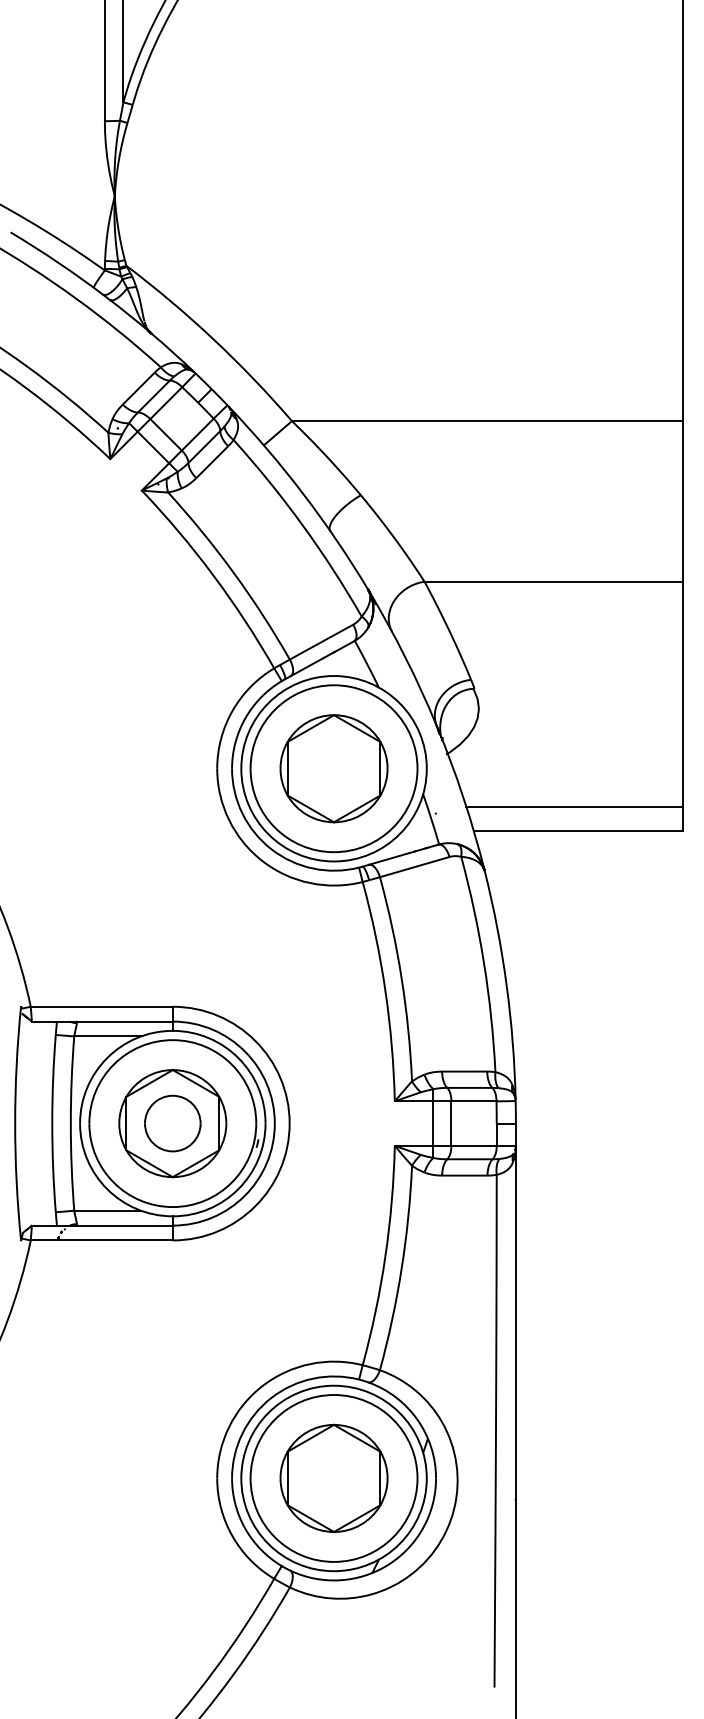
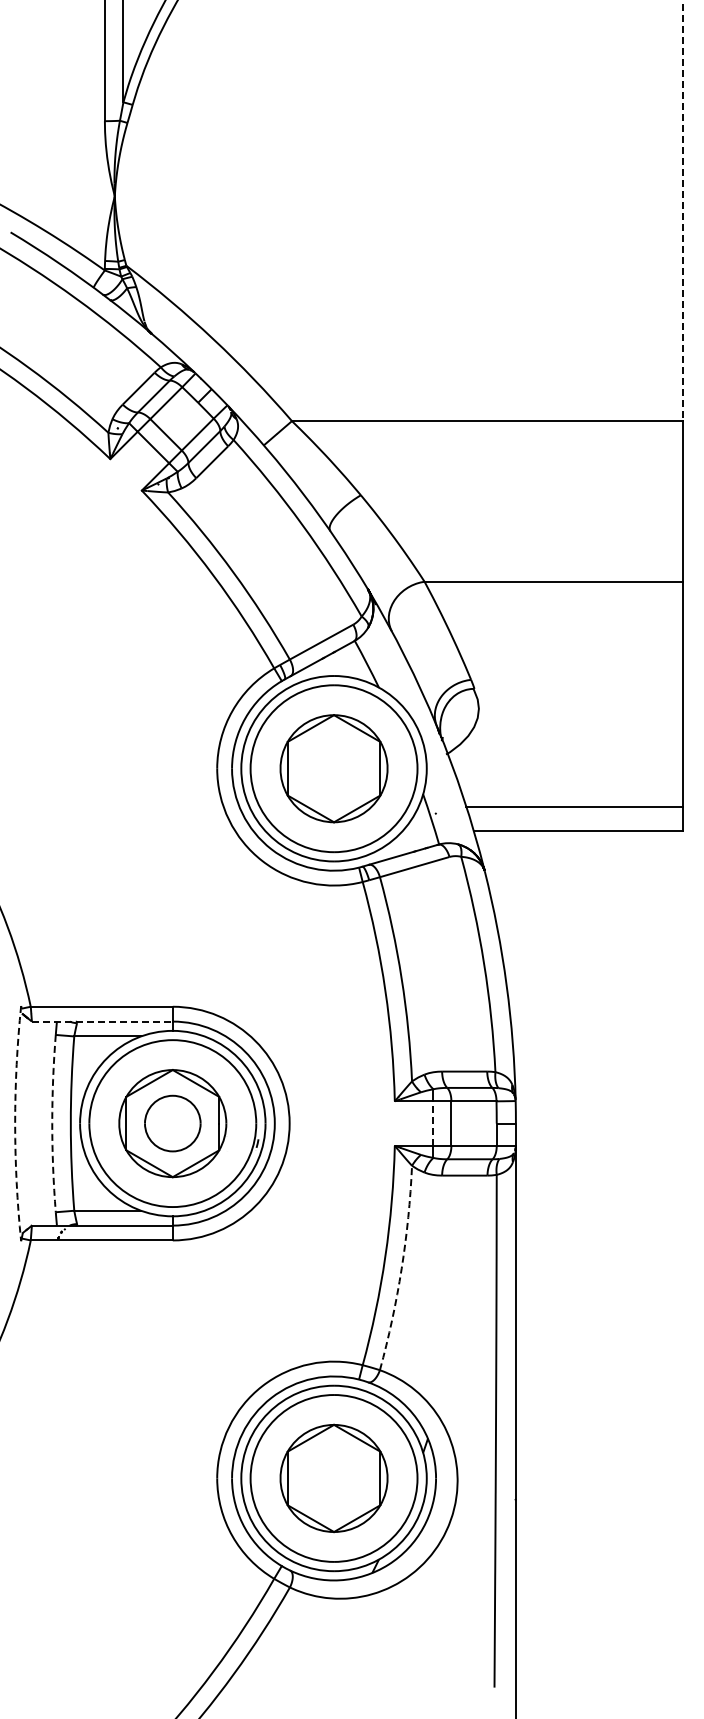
line at (682, 211): solid -> dashed
line at (102, 1021): solid -> dashed
arc at (15, 1123): solid -> dashed
arc at (52, 1123): solid -> dashed
line at (433, 1123): solid -> dashed
arc at (401, 1268): solid -> dashed
